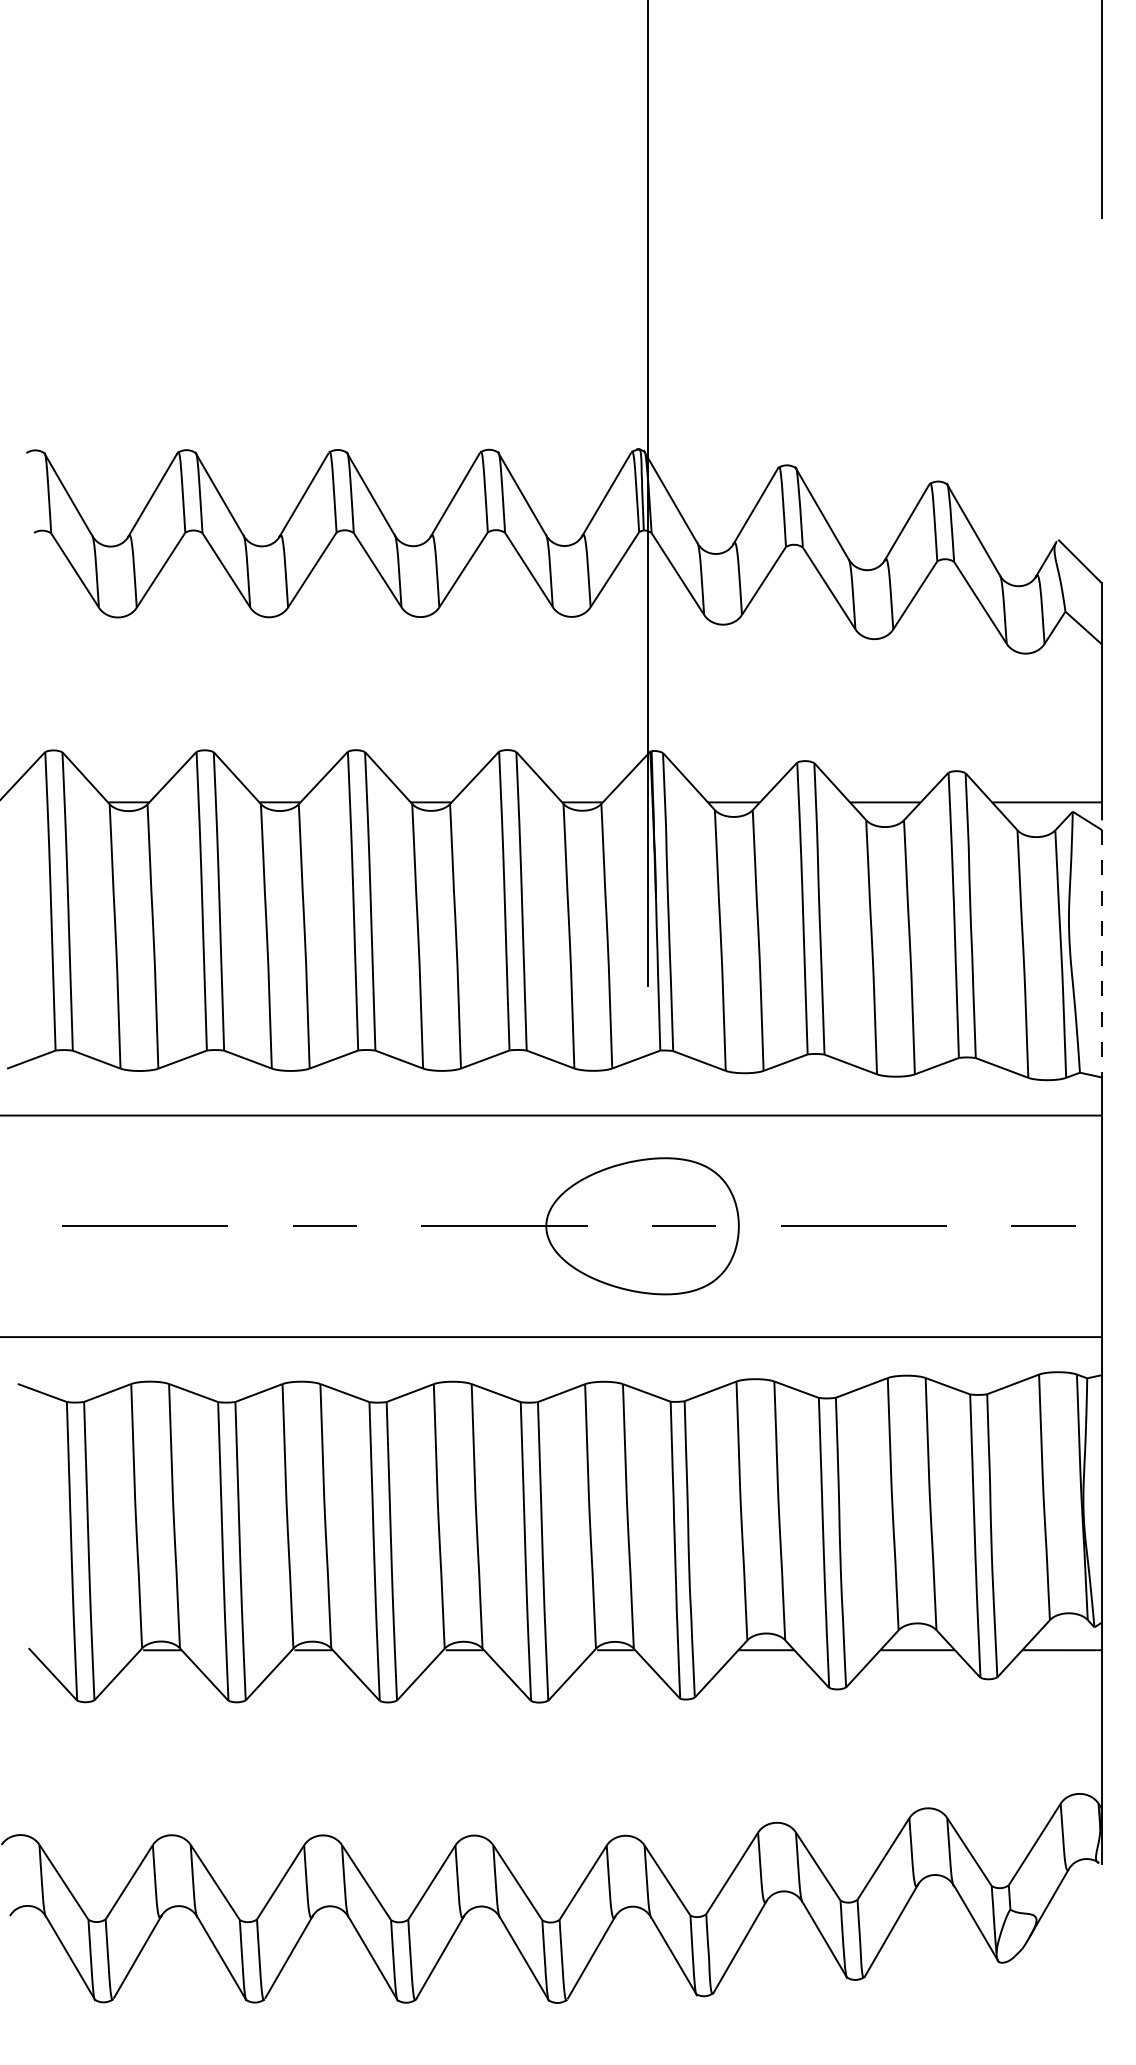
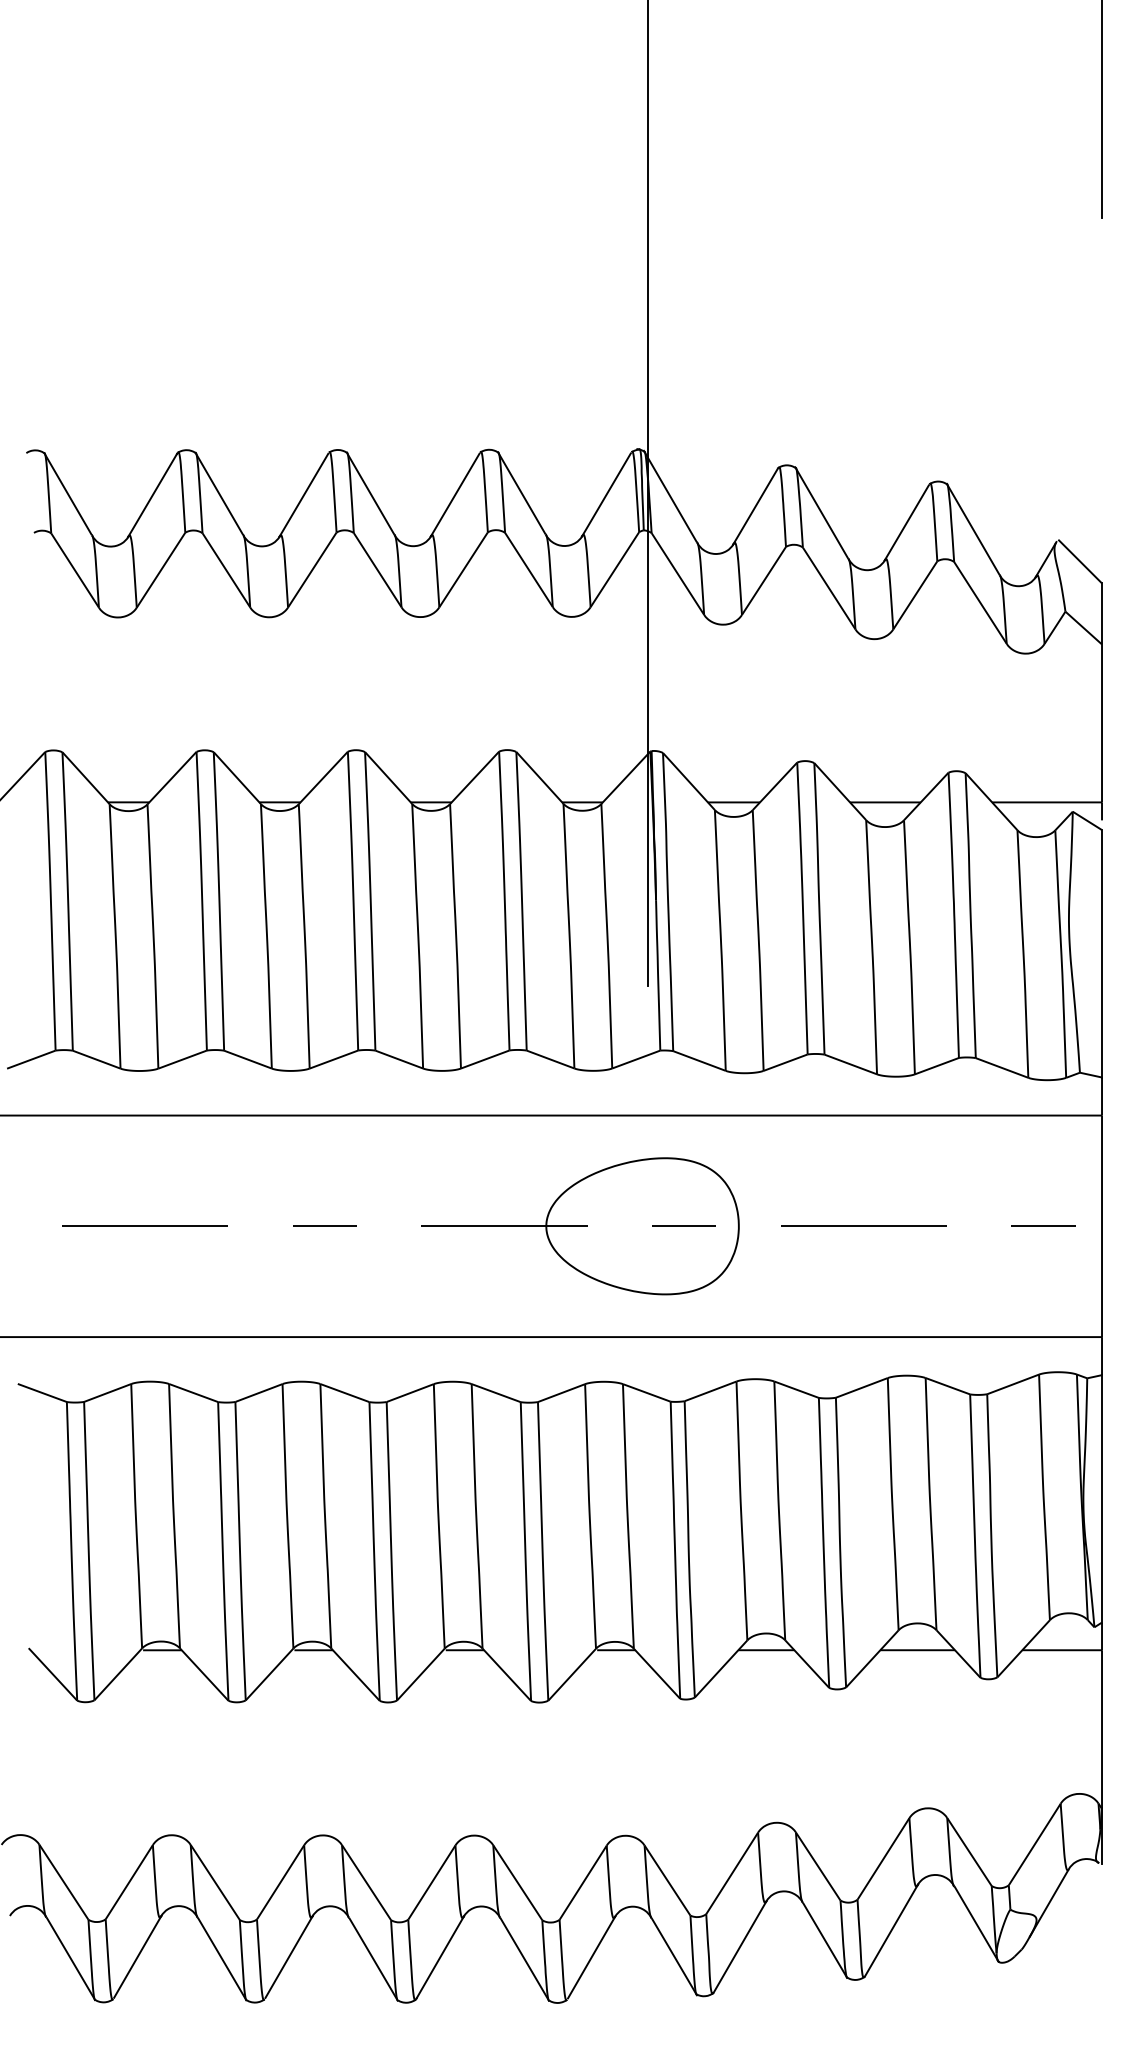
line at (1102, 953): dashed -> solid
